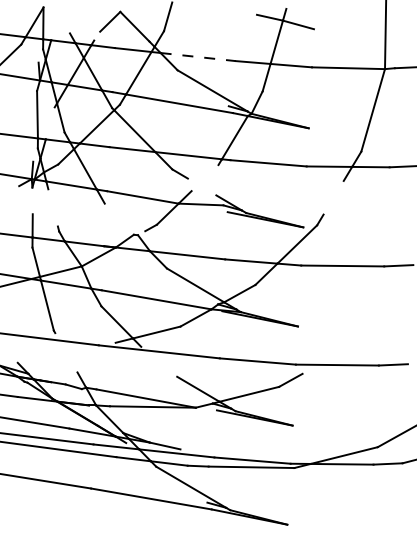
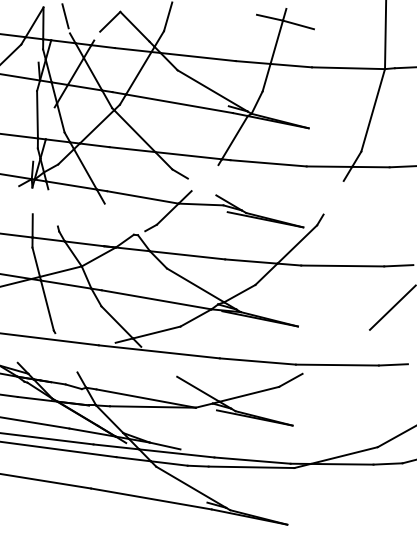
line at (65, 16): none -> present
line at (198, 57): dashed -> solid
line at (391, 308): none -> present
